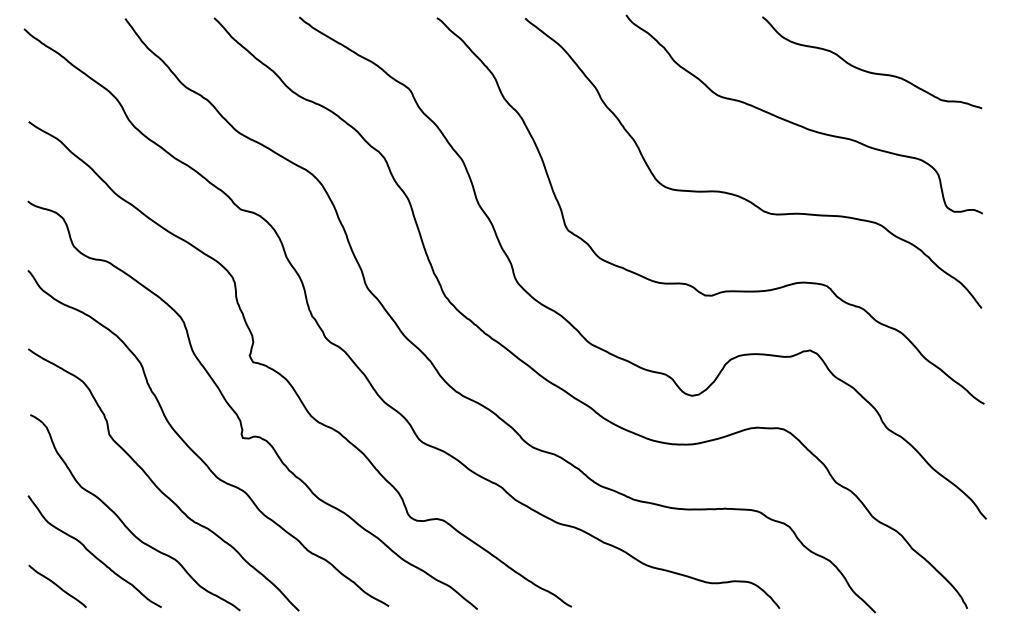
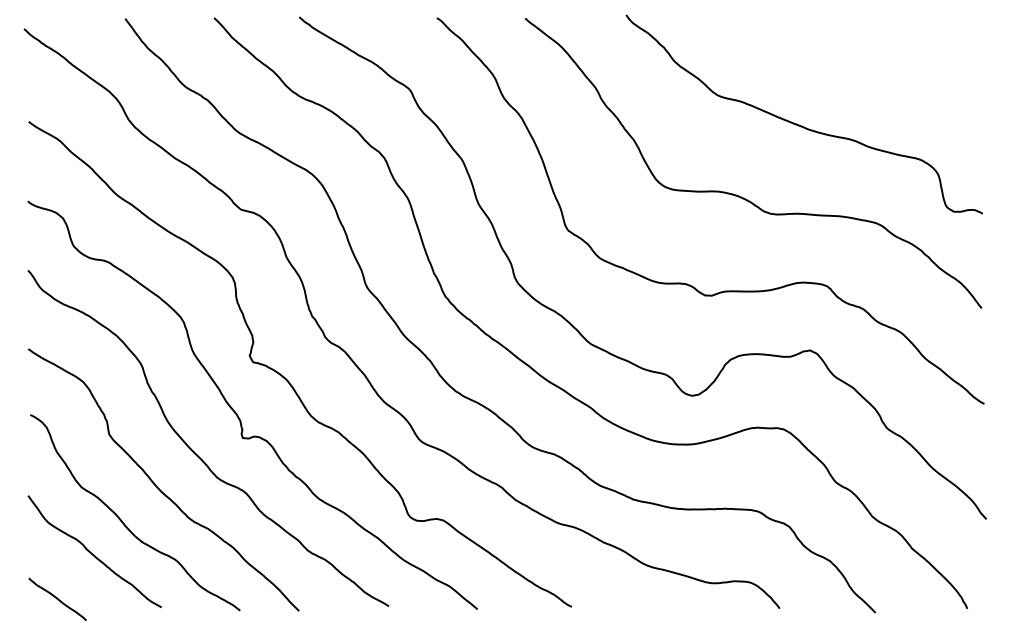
curve at (870, 71): present -> none
curve at (57, 585) position: (57, 585) -> (57, 598)
